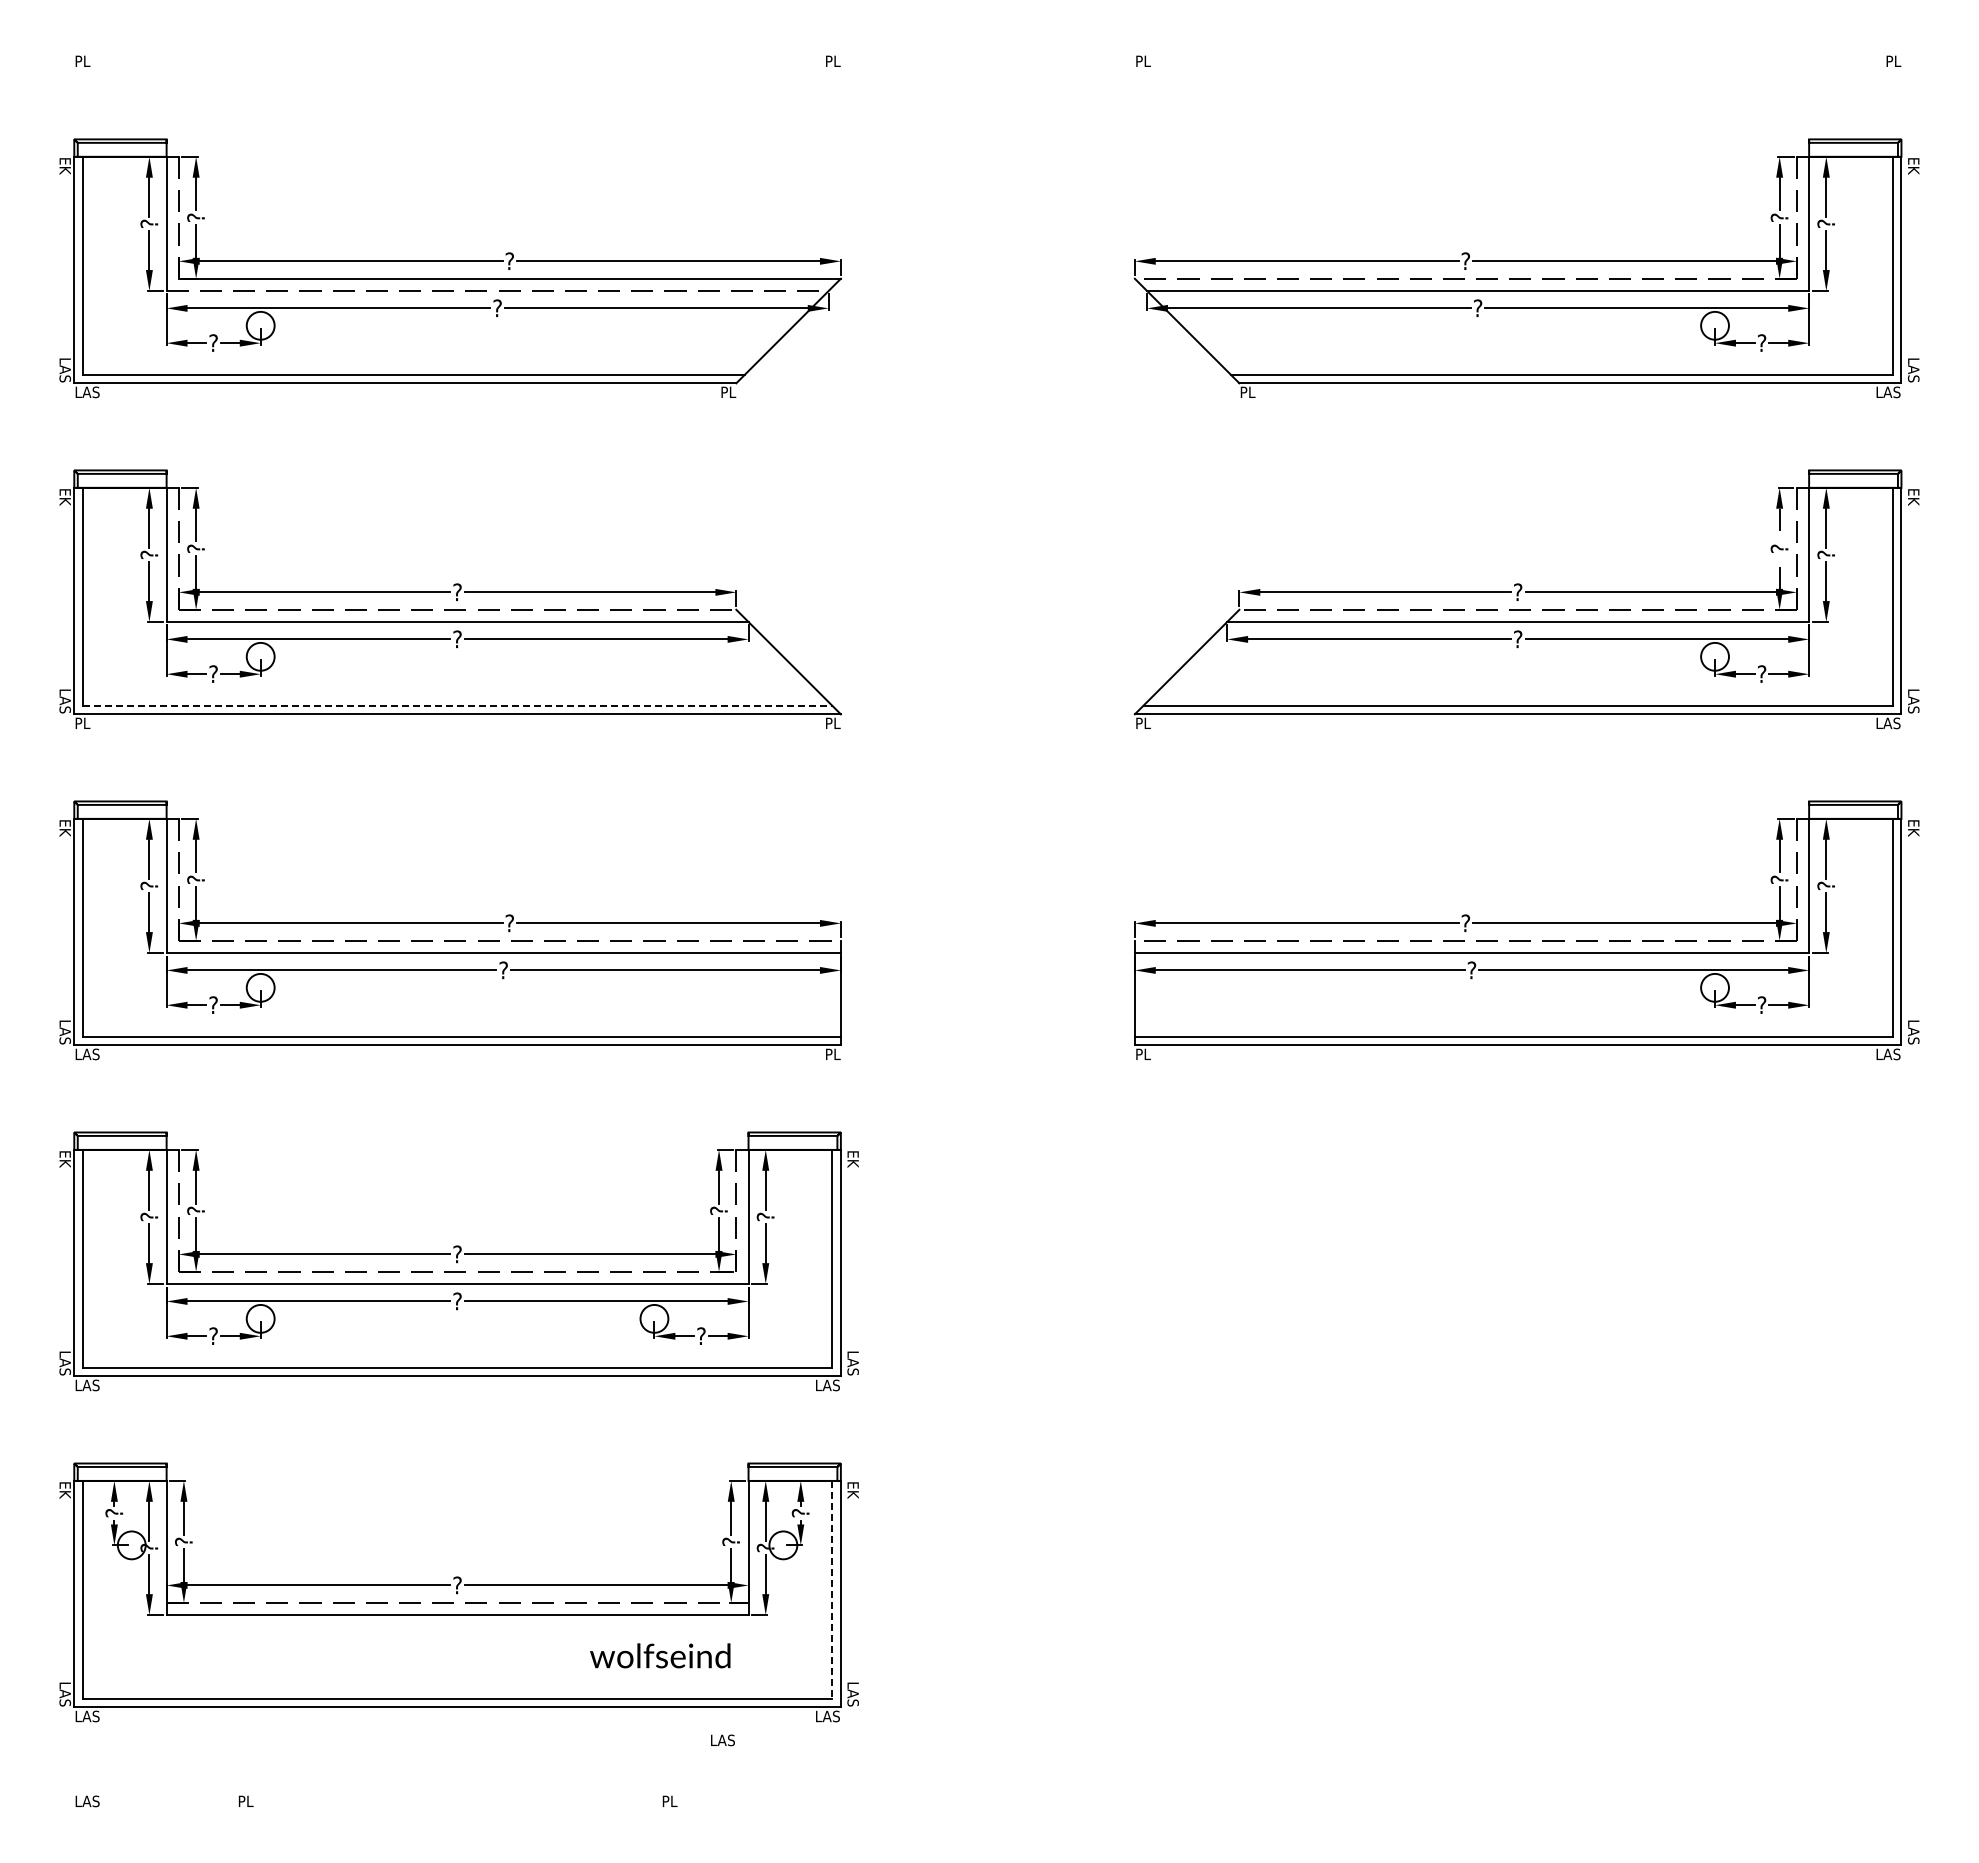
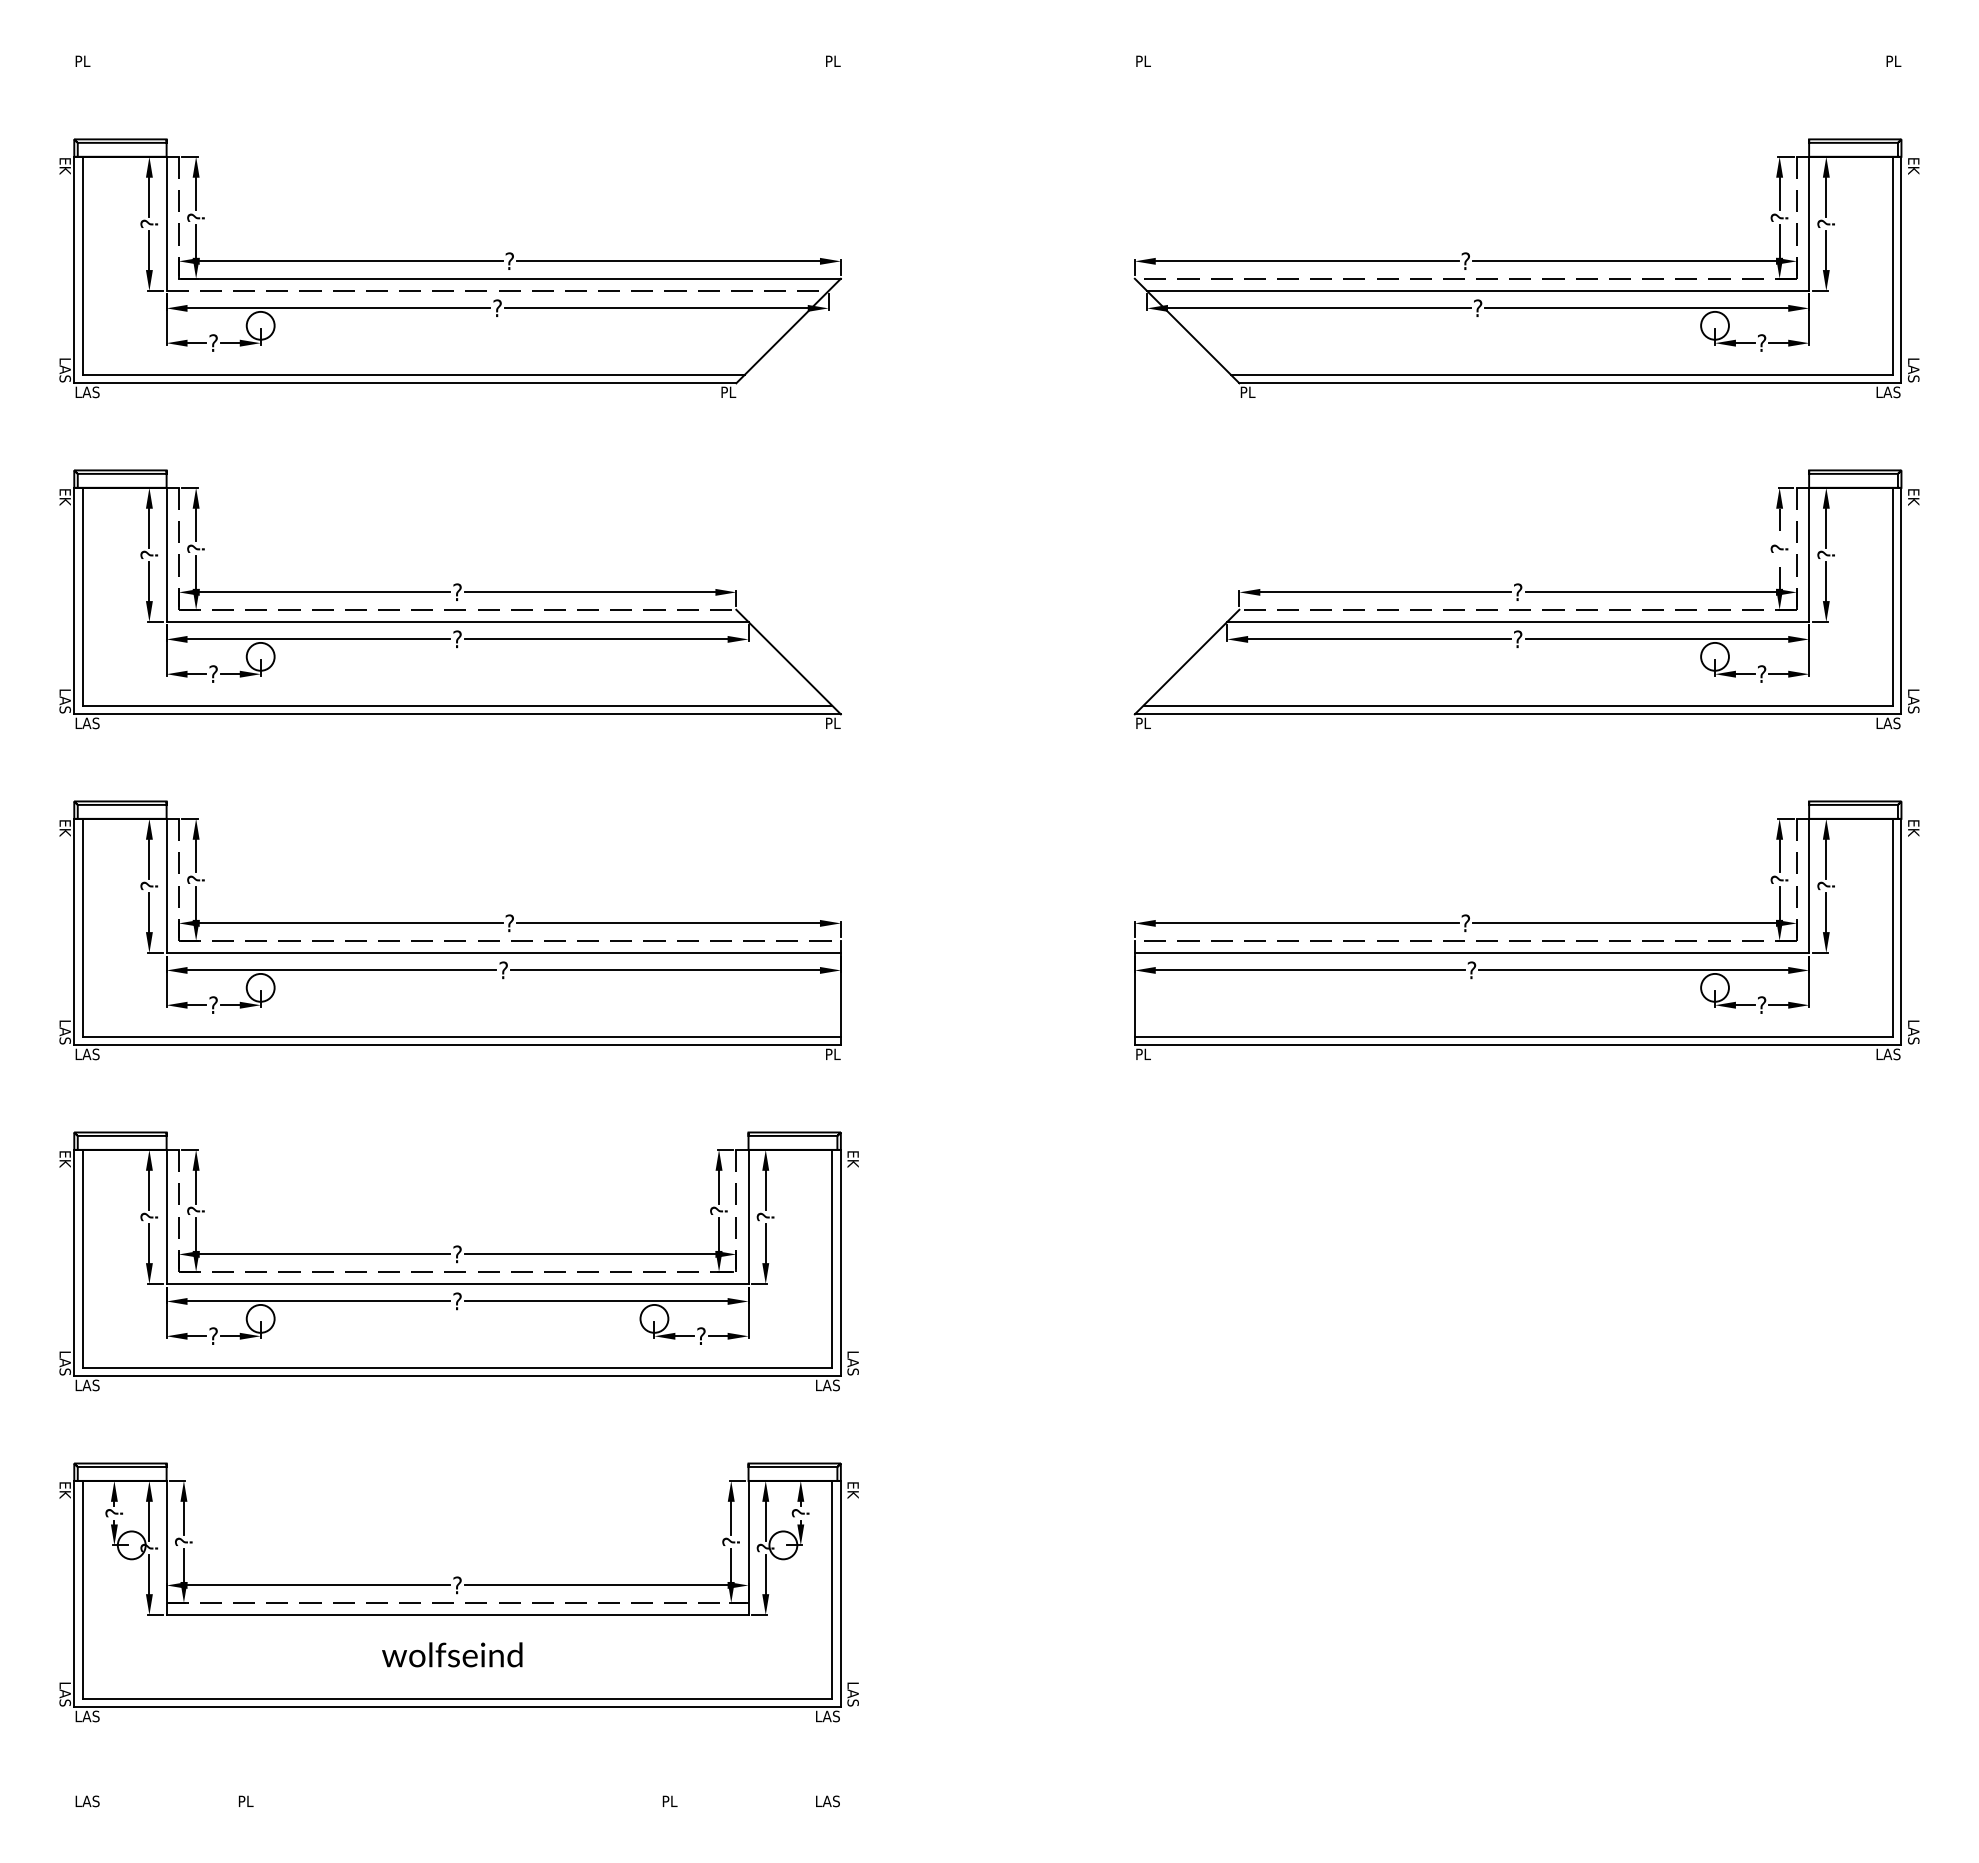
line at (457, 705): dashed -> solid
text at (88, 723): PL -> LAS
line at (832, 1589): dashed -> solid
text at (660, 1655) position: (660, 1655) -> (452, 1654)
text at (722, 1740) position: (722, 1740) -> (827, 1801)
